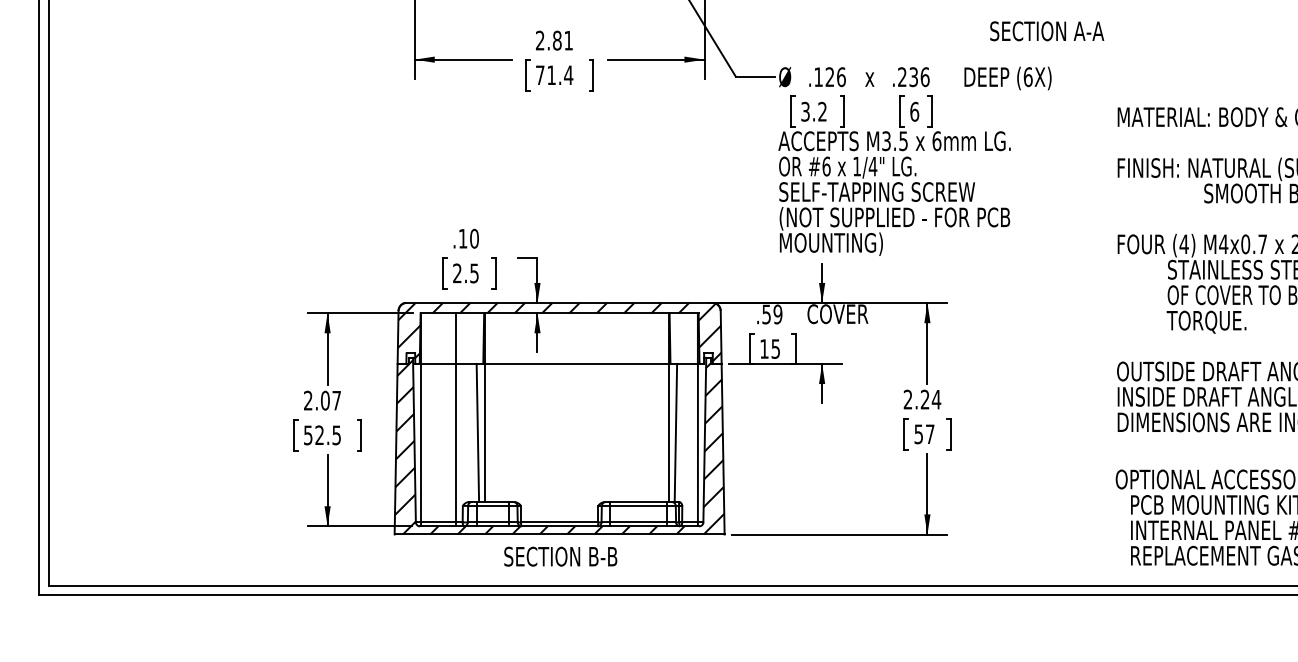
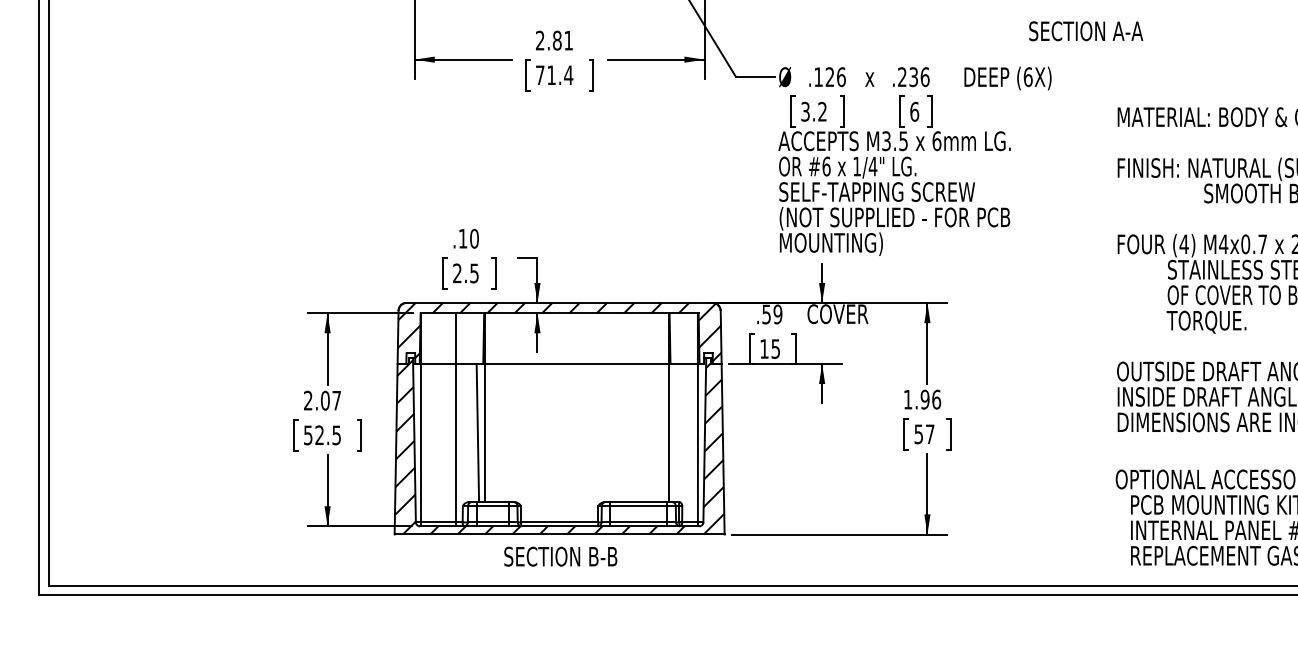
text at (1047, 31) position: (1047, 31) -> (1086, 31)
text at (922, 399): 2.24 -> 1.96
line at (675, 432): present -> none
